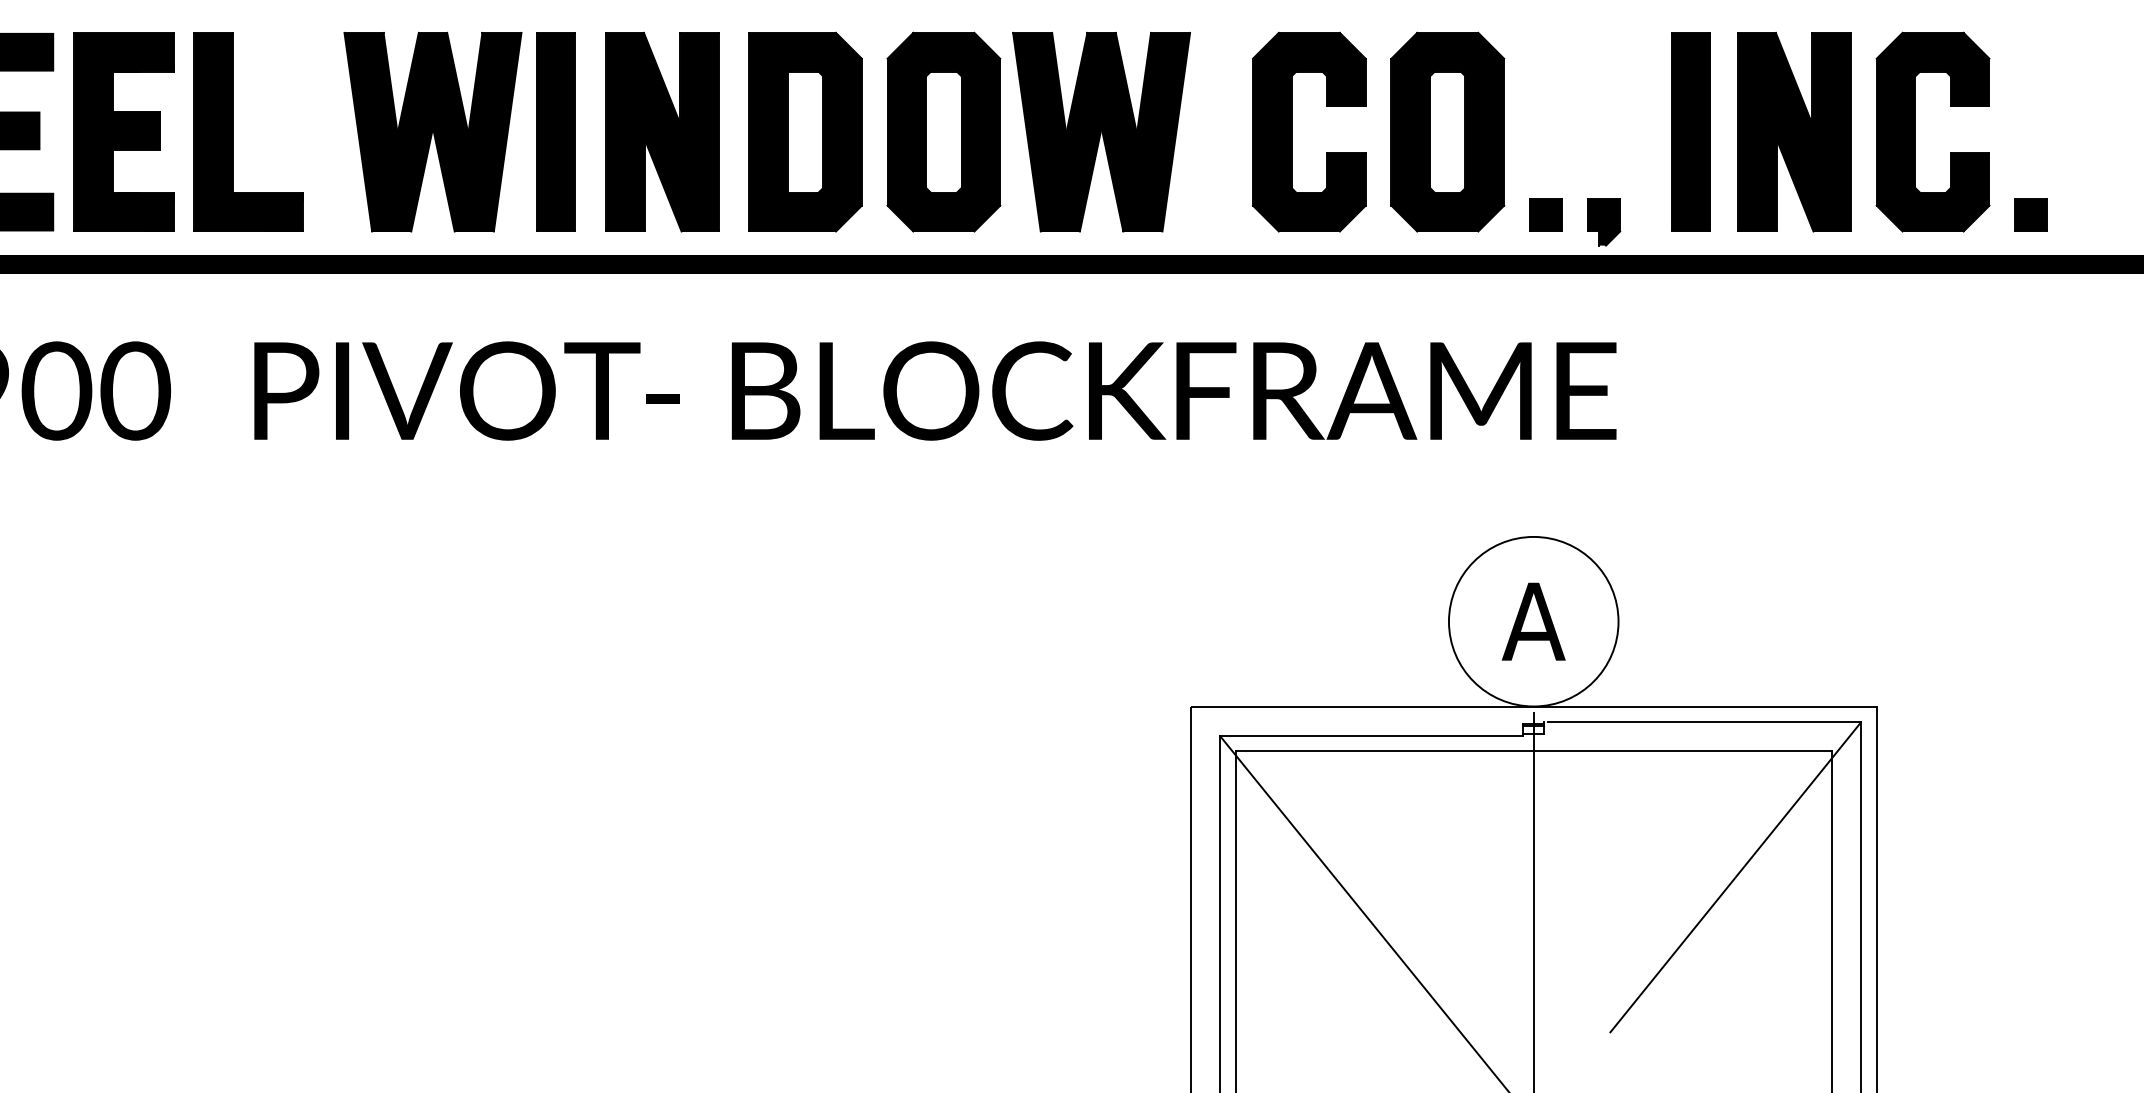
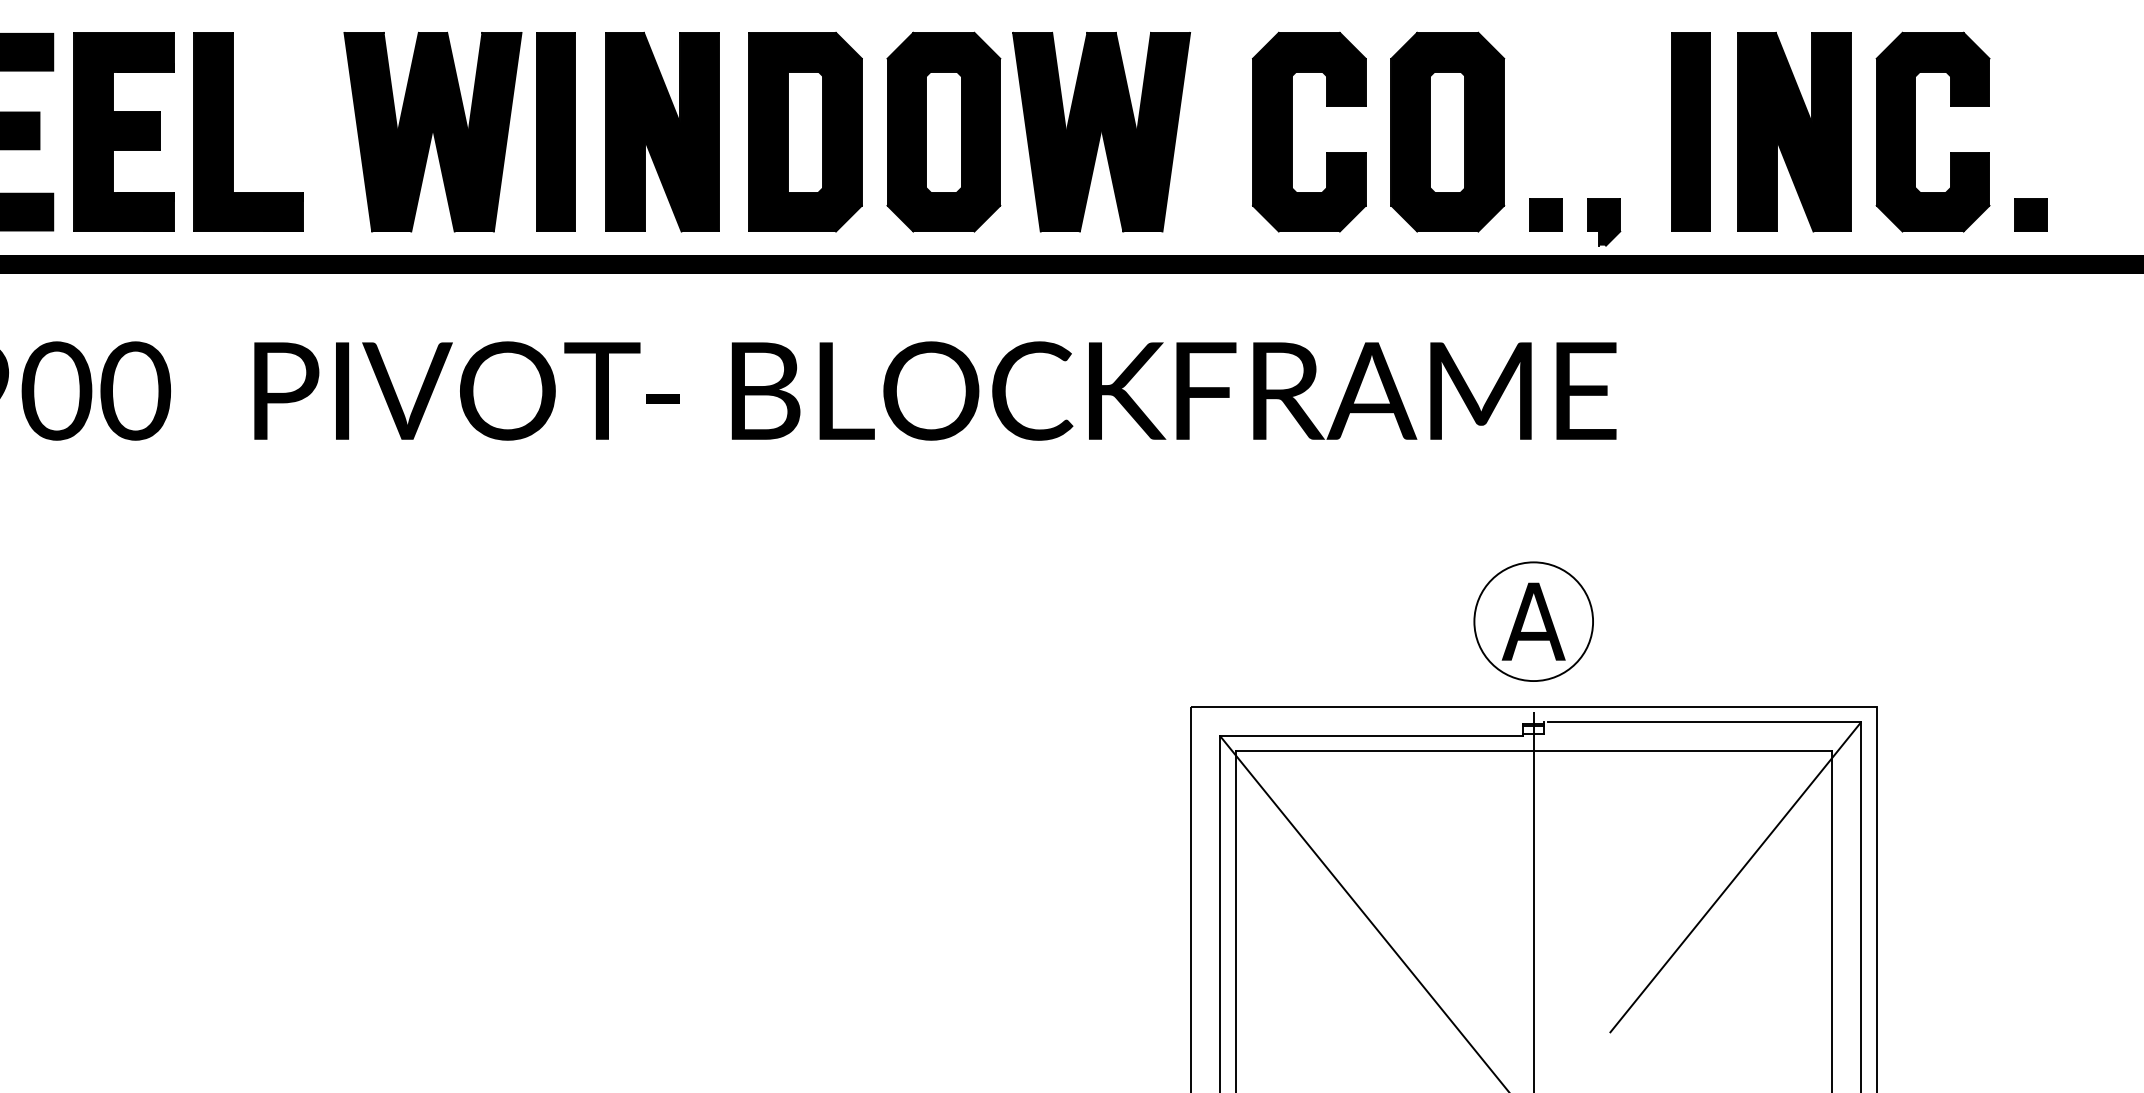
circle at (1533, 621) diameter: 170 px -> 119 px
